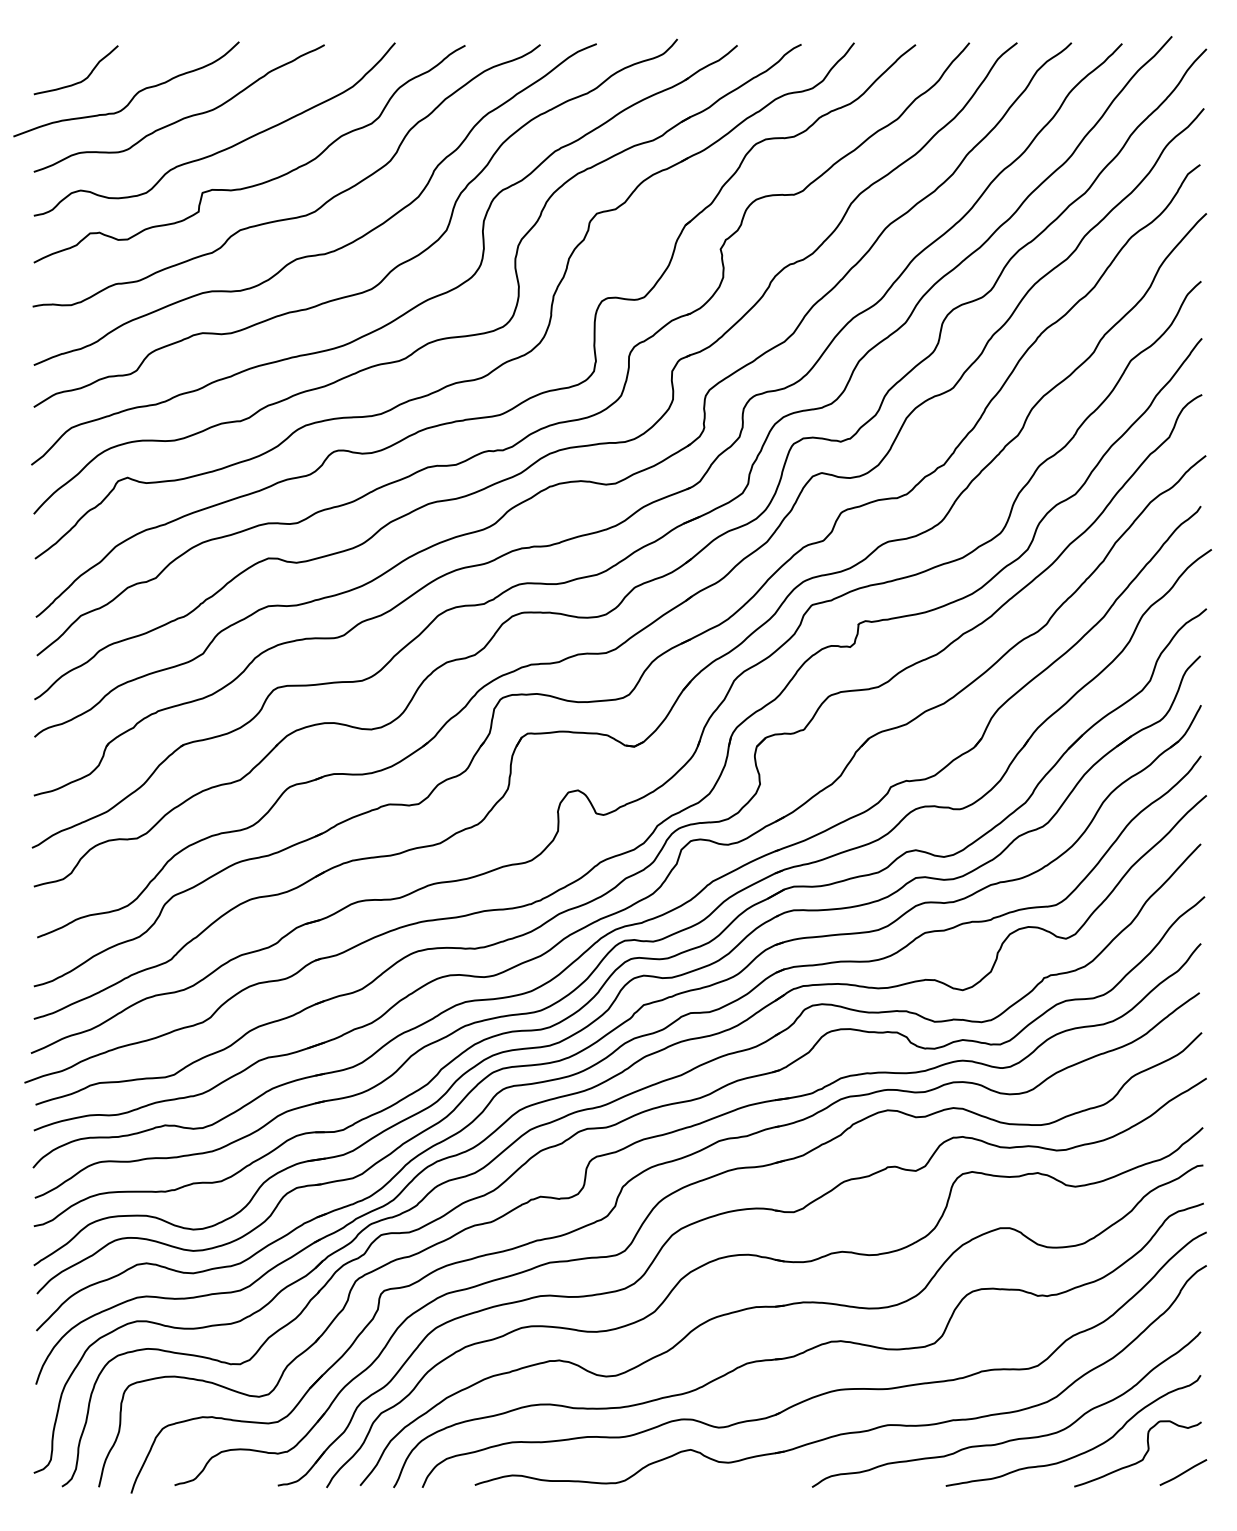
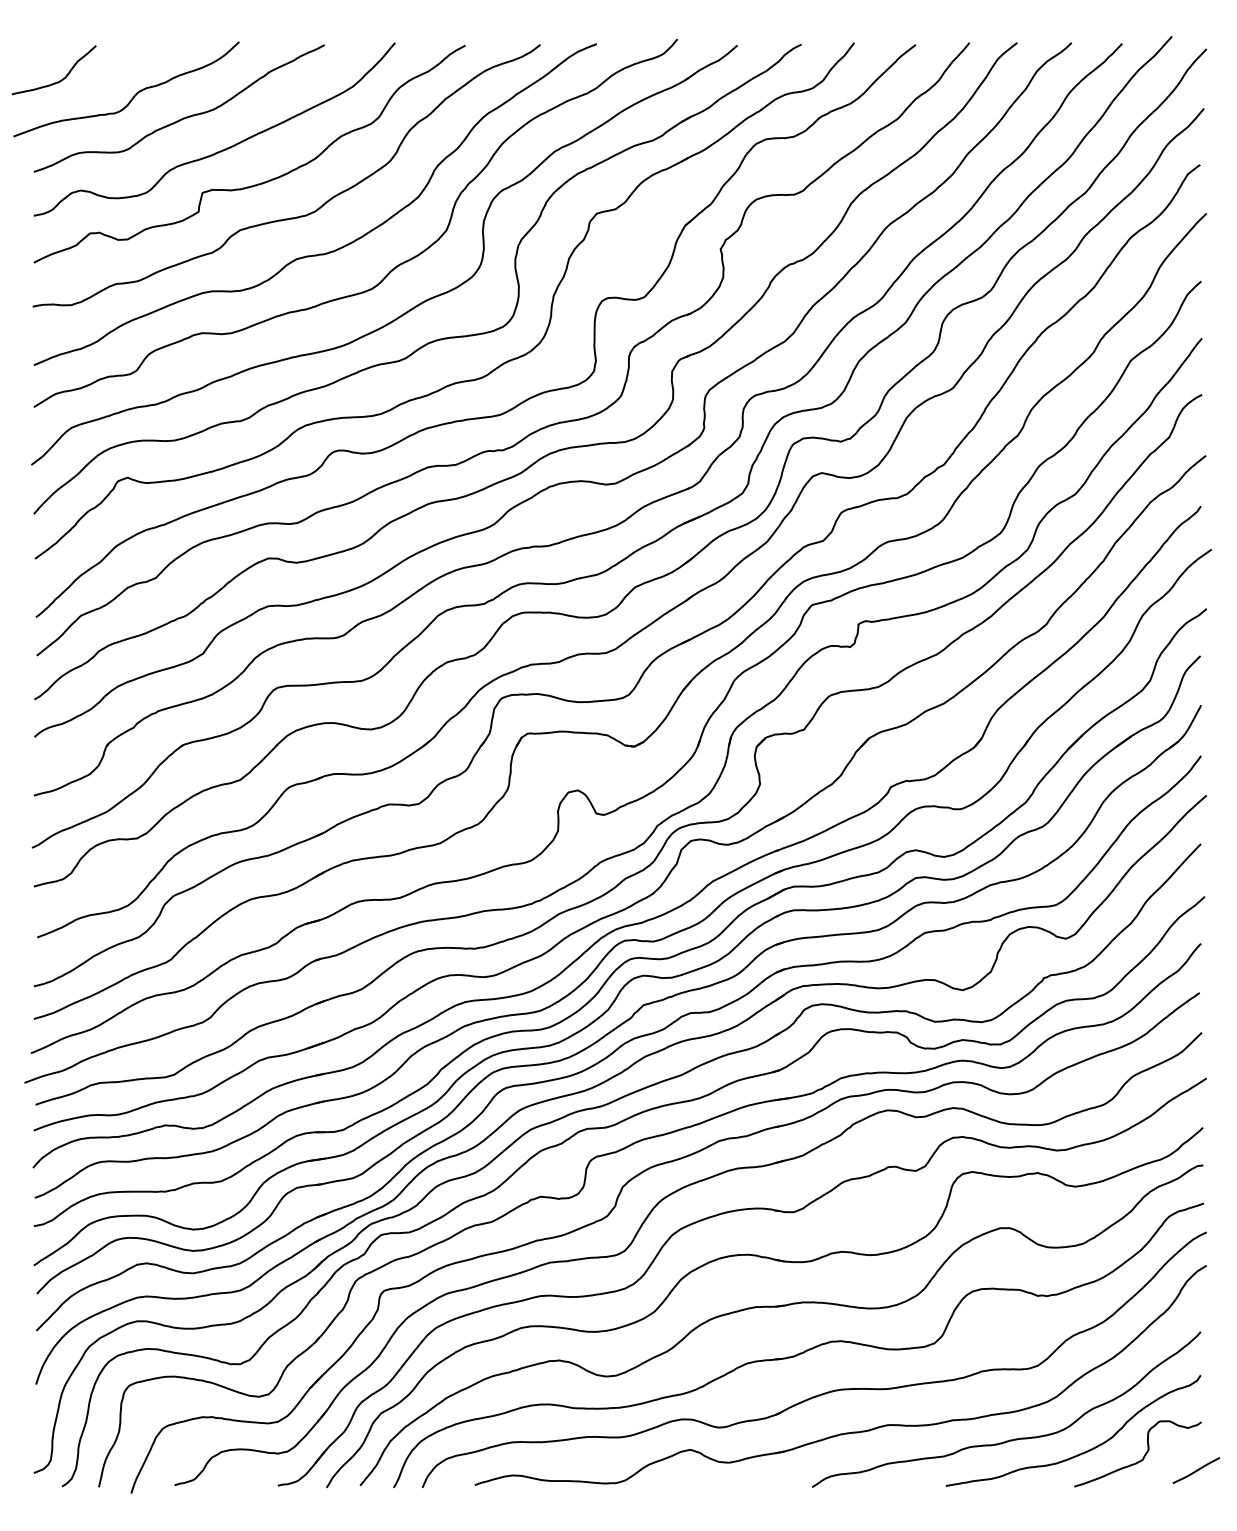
curve at (81, 80) position: (81, 80) -> (59, 80)
line at (1183, 1472) position: (1183, 1472) -> (1196, 1470)
